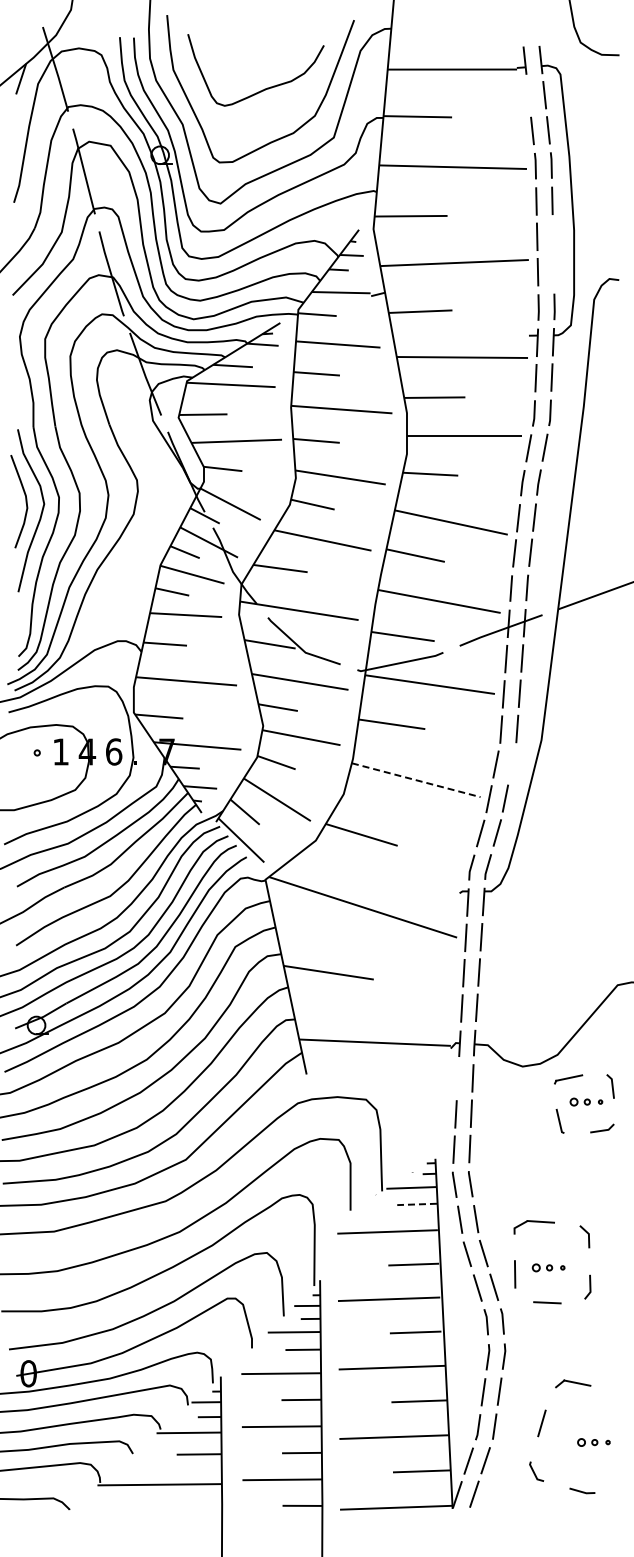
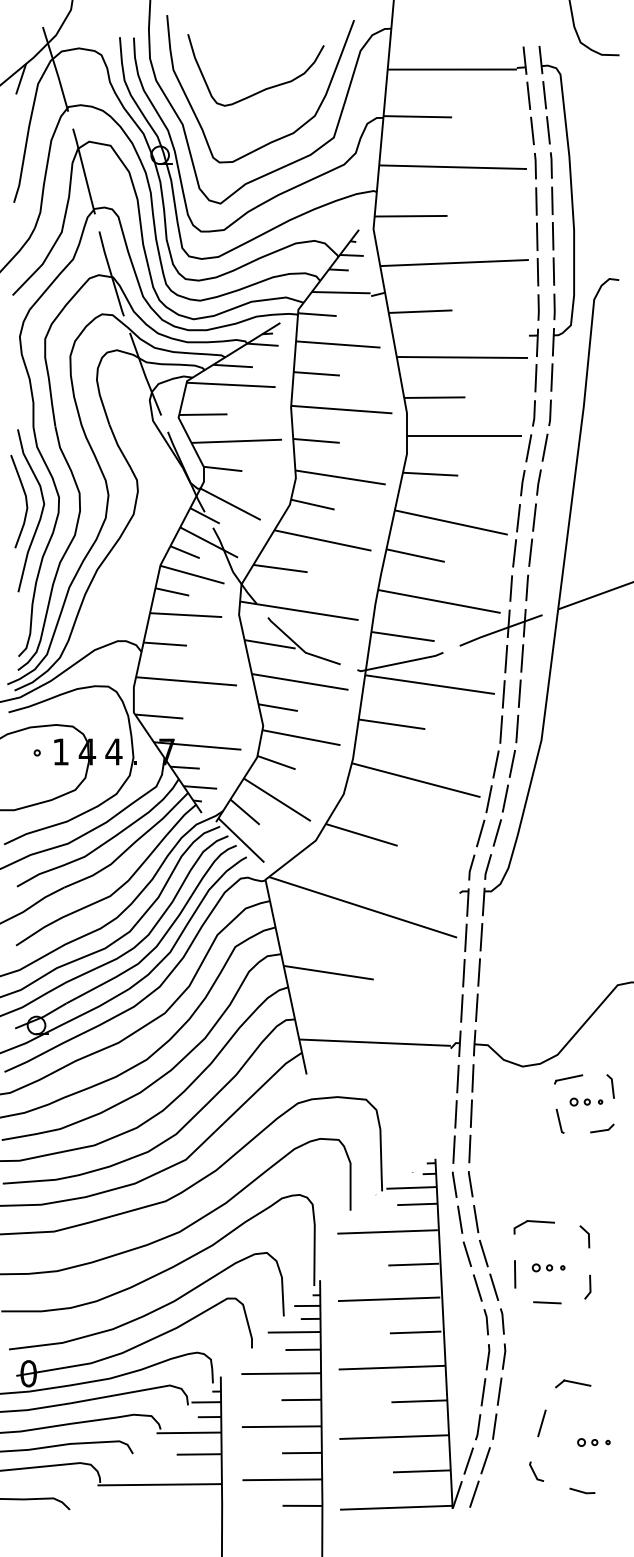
line at (528, 95): none -> present
line at (553, 250): none -> present
text at (113, 751): 6 -> 4
line at (512, 763): none -> present
line at (416, 780): dashed -> solid
line at (457, 1078): none -> present
line at (417, 1204): dashed -> solid
